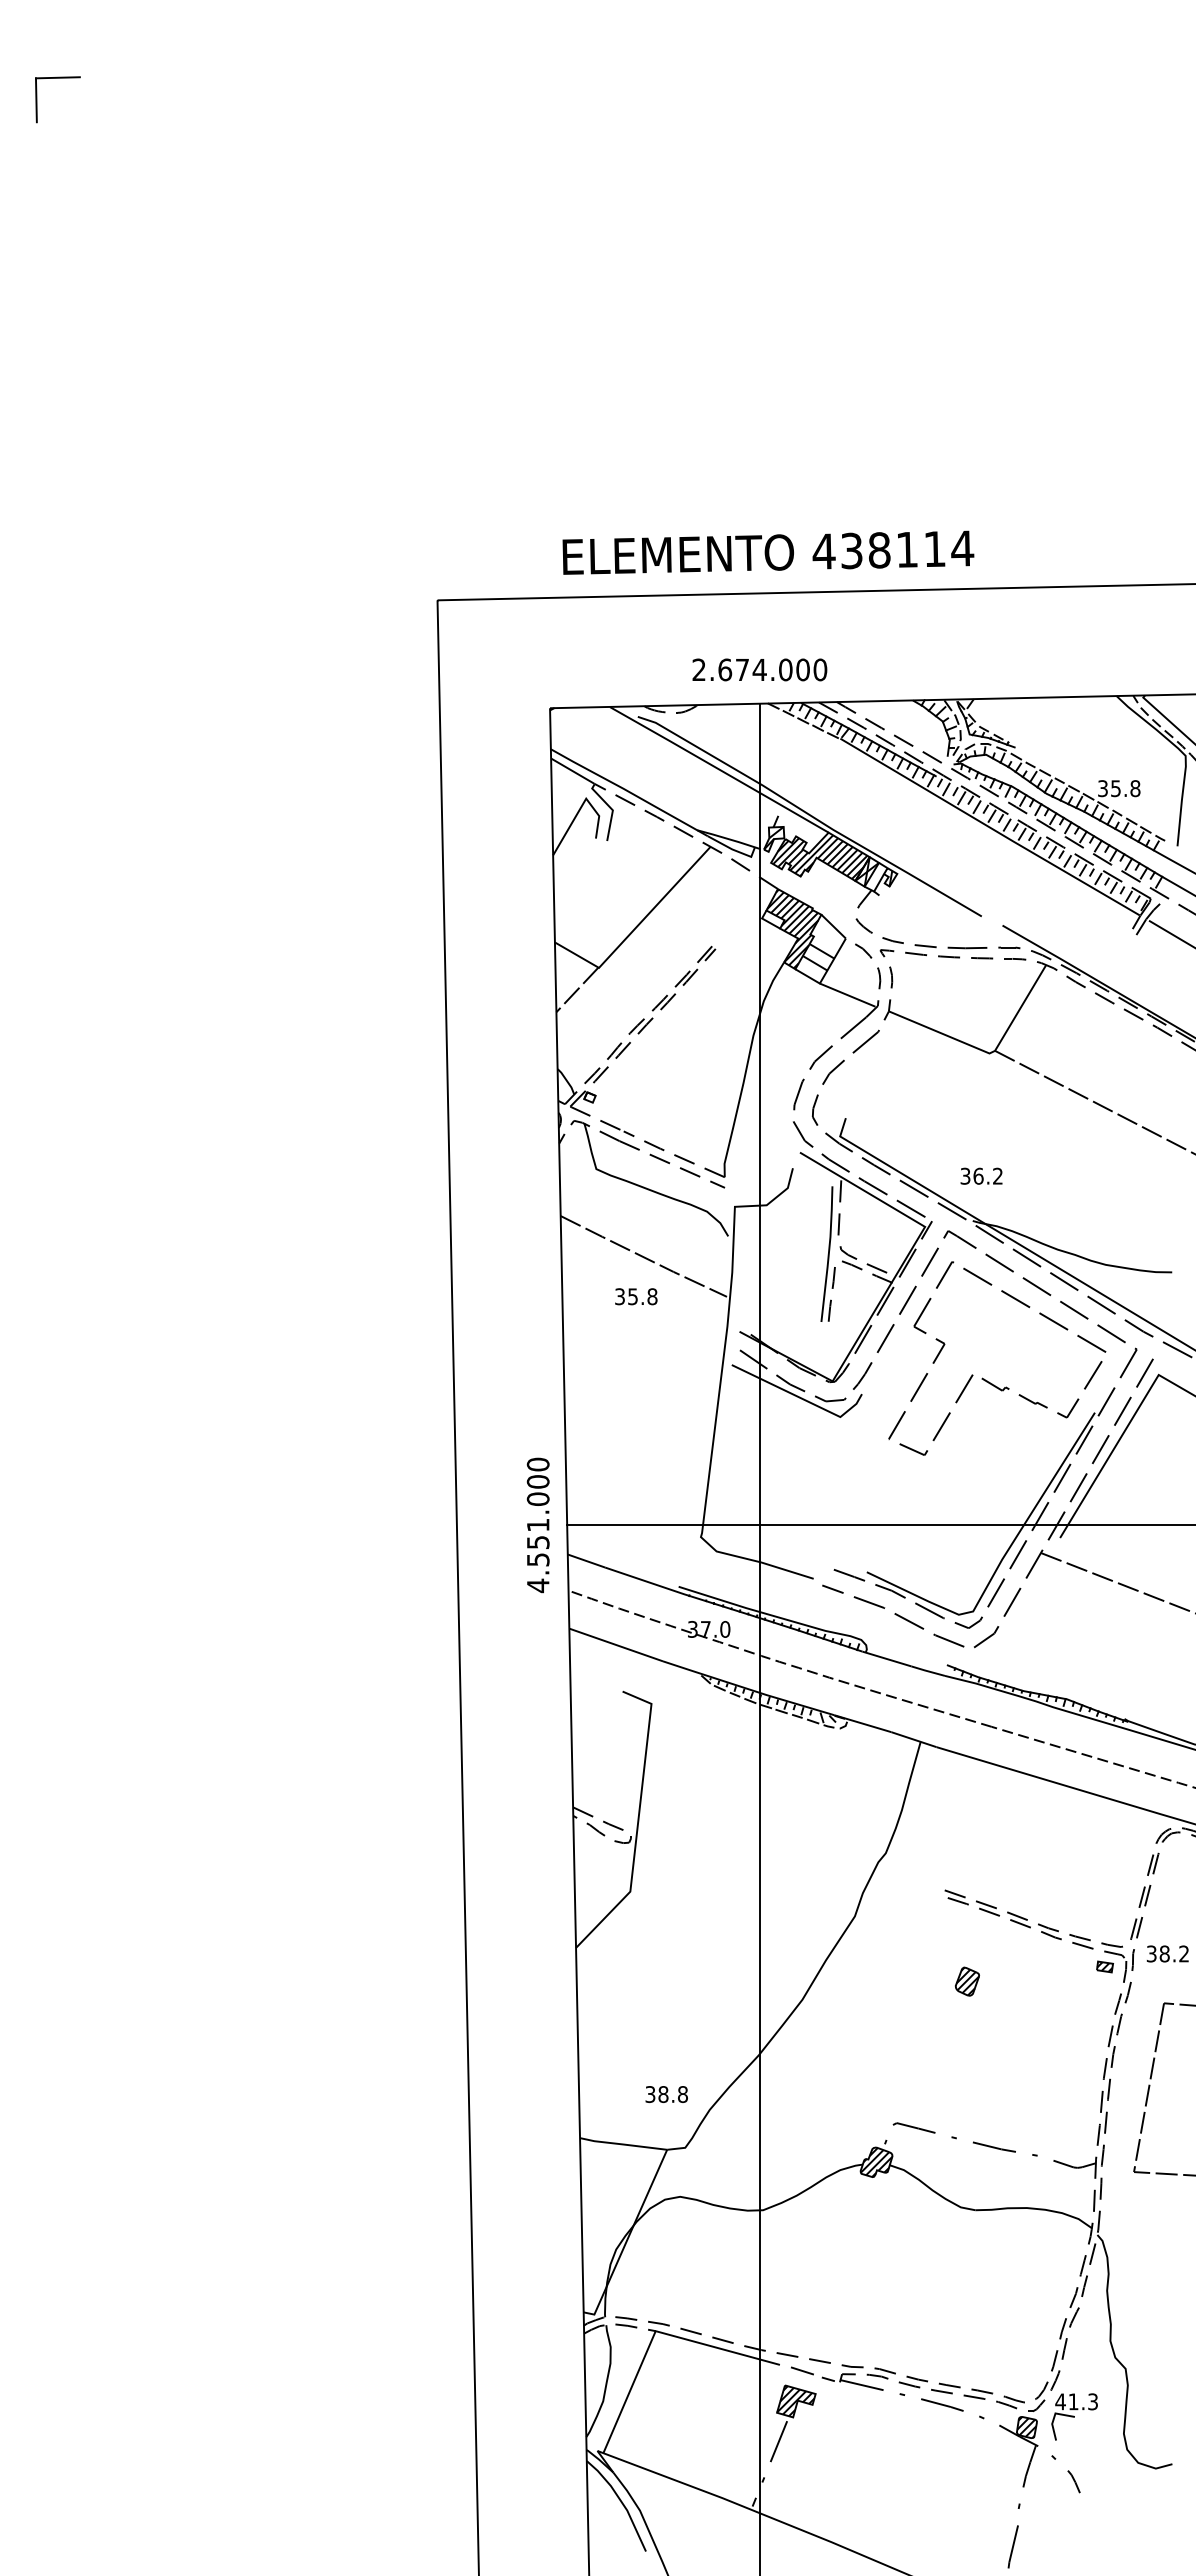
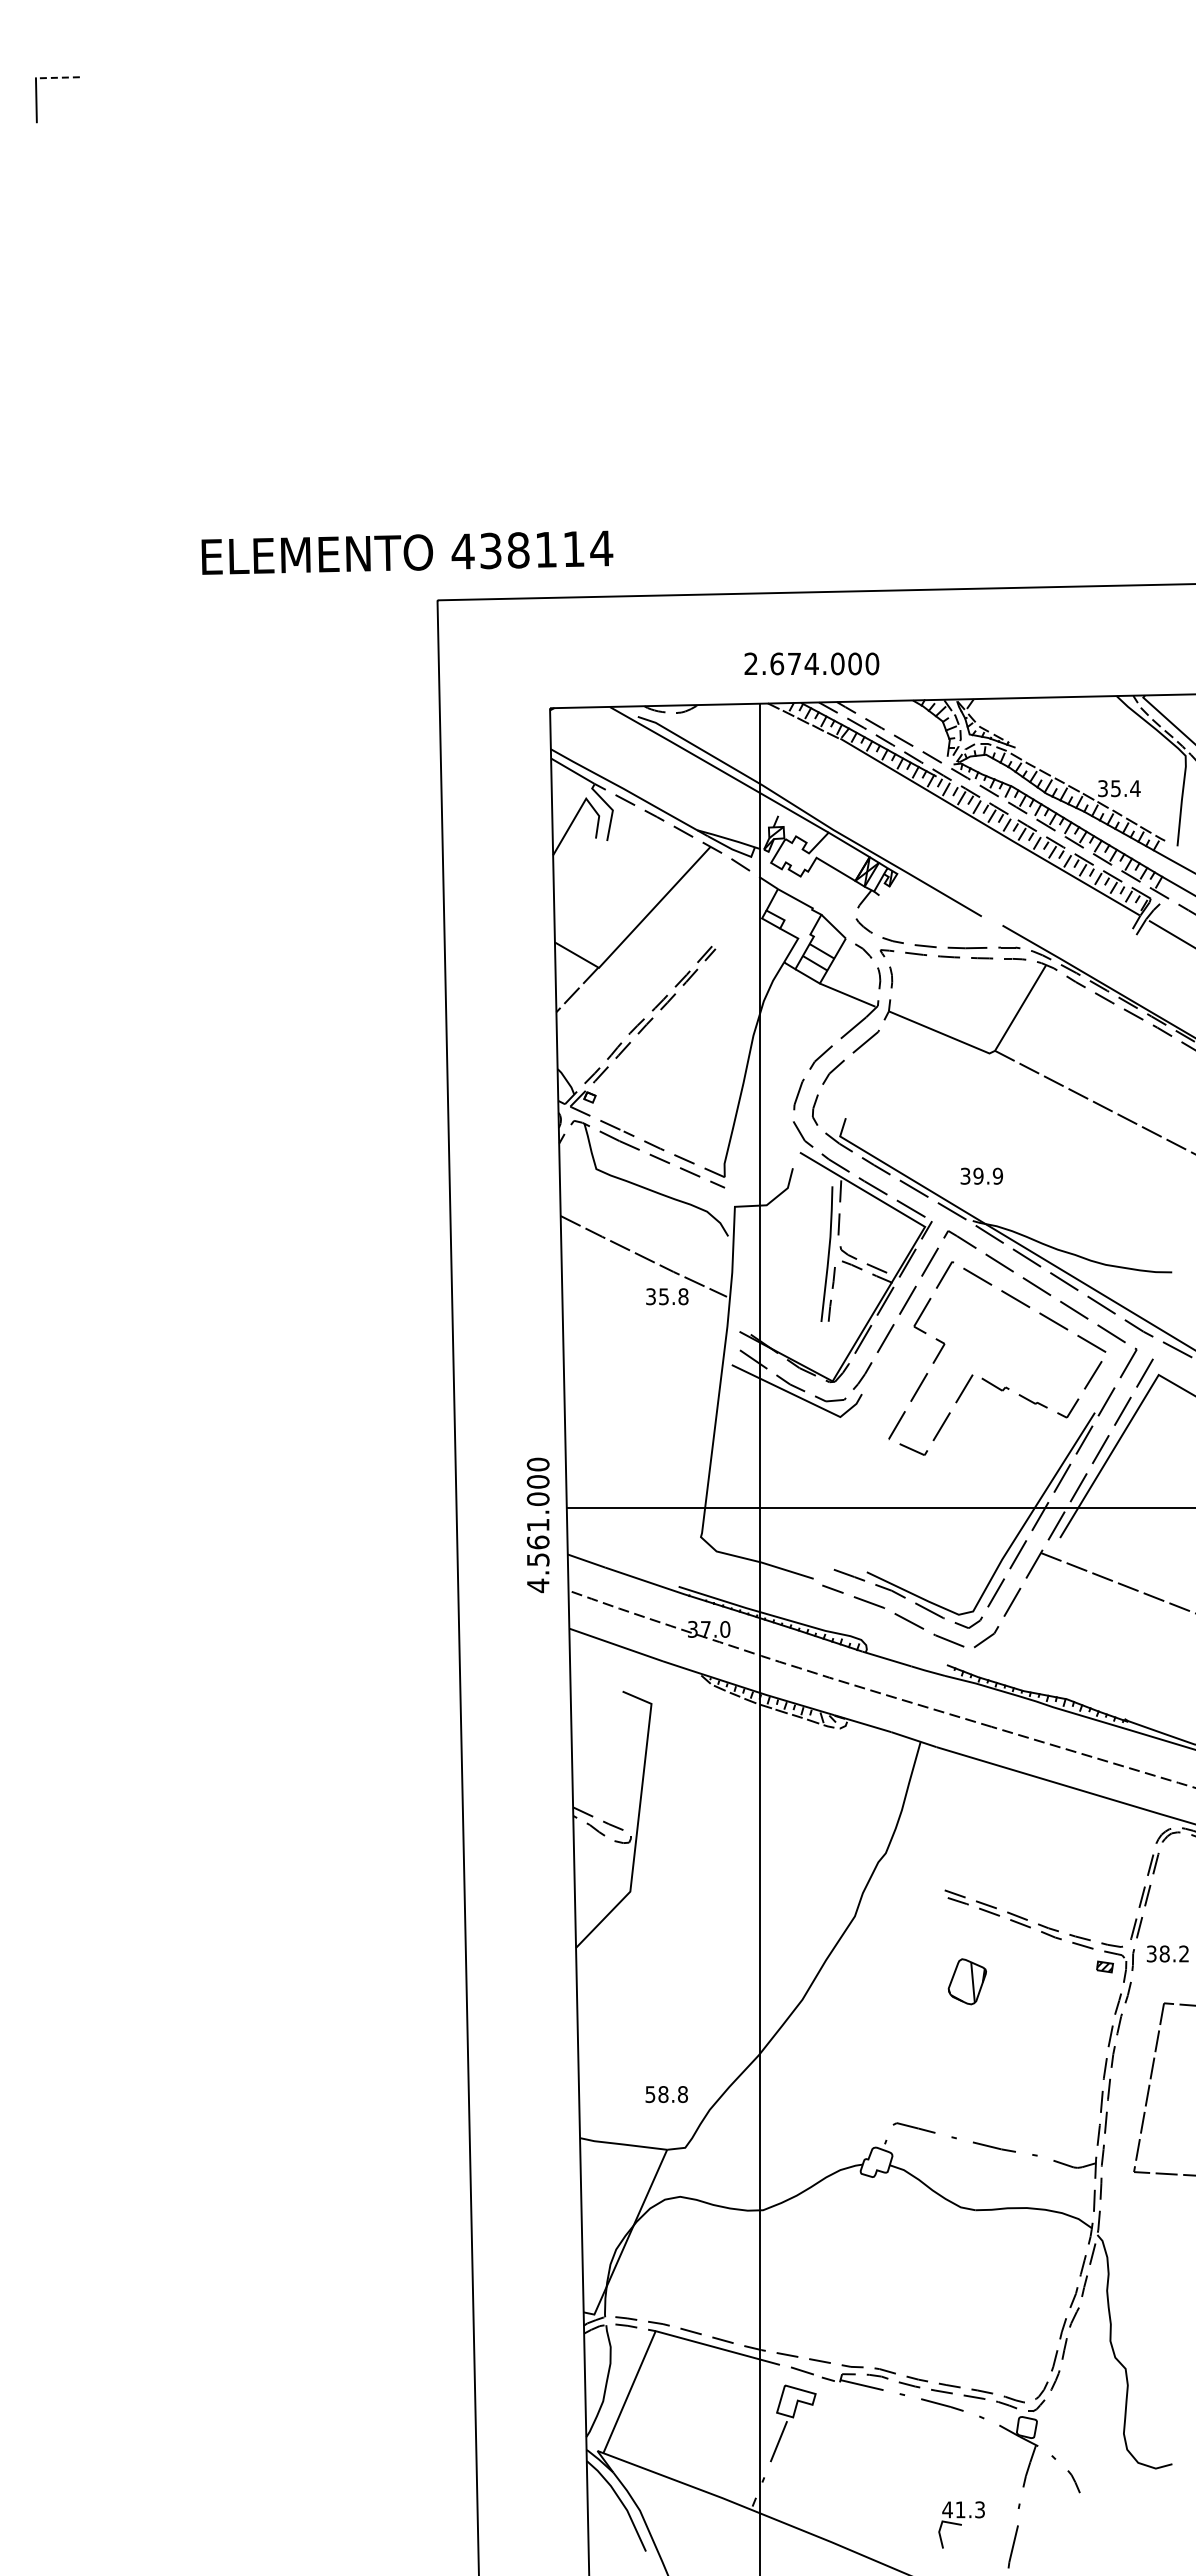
line at (57, 77): solid -> dashed
text at (768, 552) position: (768, 552) -> (407, 552)
text at (759, 669) position: (759, 669) -> (811, 663)
text at (1135, 788): 35.8 -> 35.4
hatch at (820, 856): present -> none
hatch at (792, 928): present -> none
text at (987, 1175): 36.2 -> 39.9
text at (636, 1296) position: (636, 1296) -> (667, 1296)
line at (879, 1525) position: (879, 1525) -> (879, 1508)
text at (537, 1542): 4.551.000 -> 4.561.000
part at (967, 1981) size: 25x31 px -> 40x48 px
text at (650, 2093): 38.8 -> 58.8
hatch at (876, 2162): present -> none
hatch at (795, 2401): present -> none
part at (1074, 2416) position: (1074, 2416) -> (961, 2524)
hatch at (1026, 2427): present -> none
